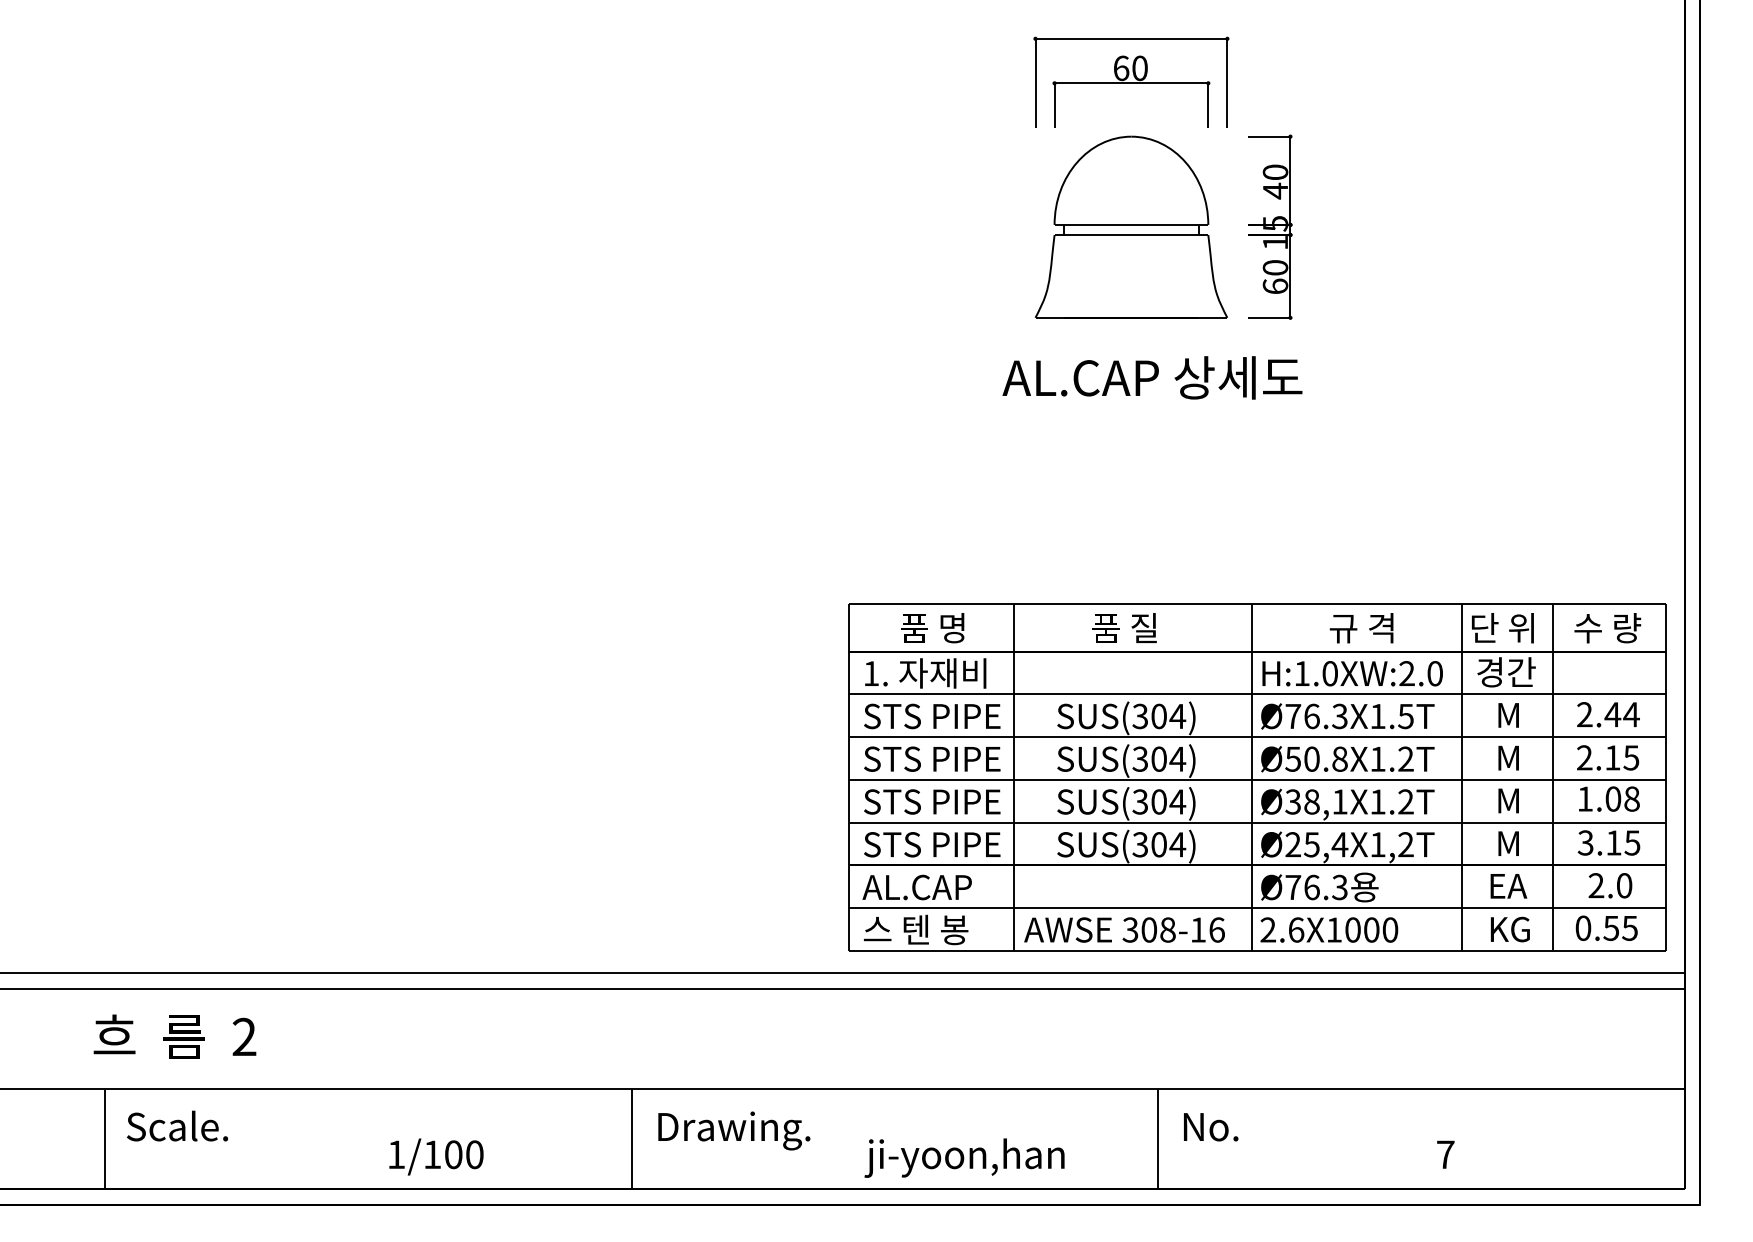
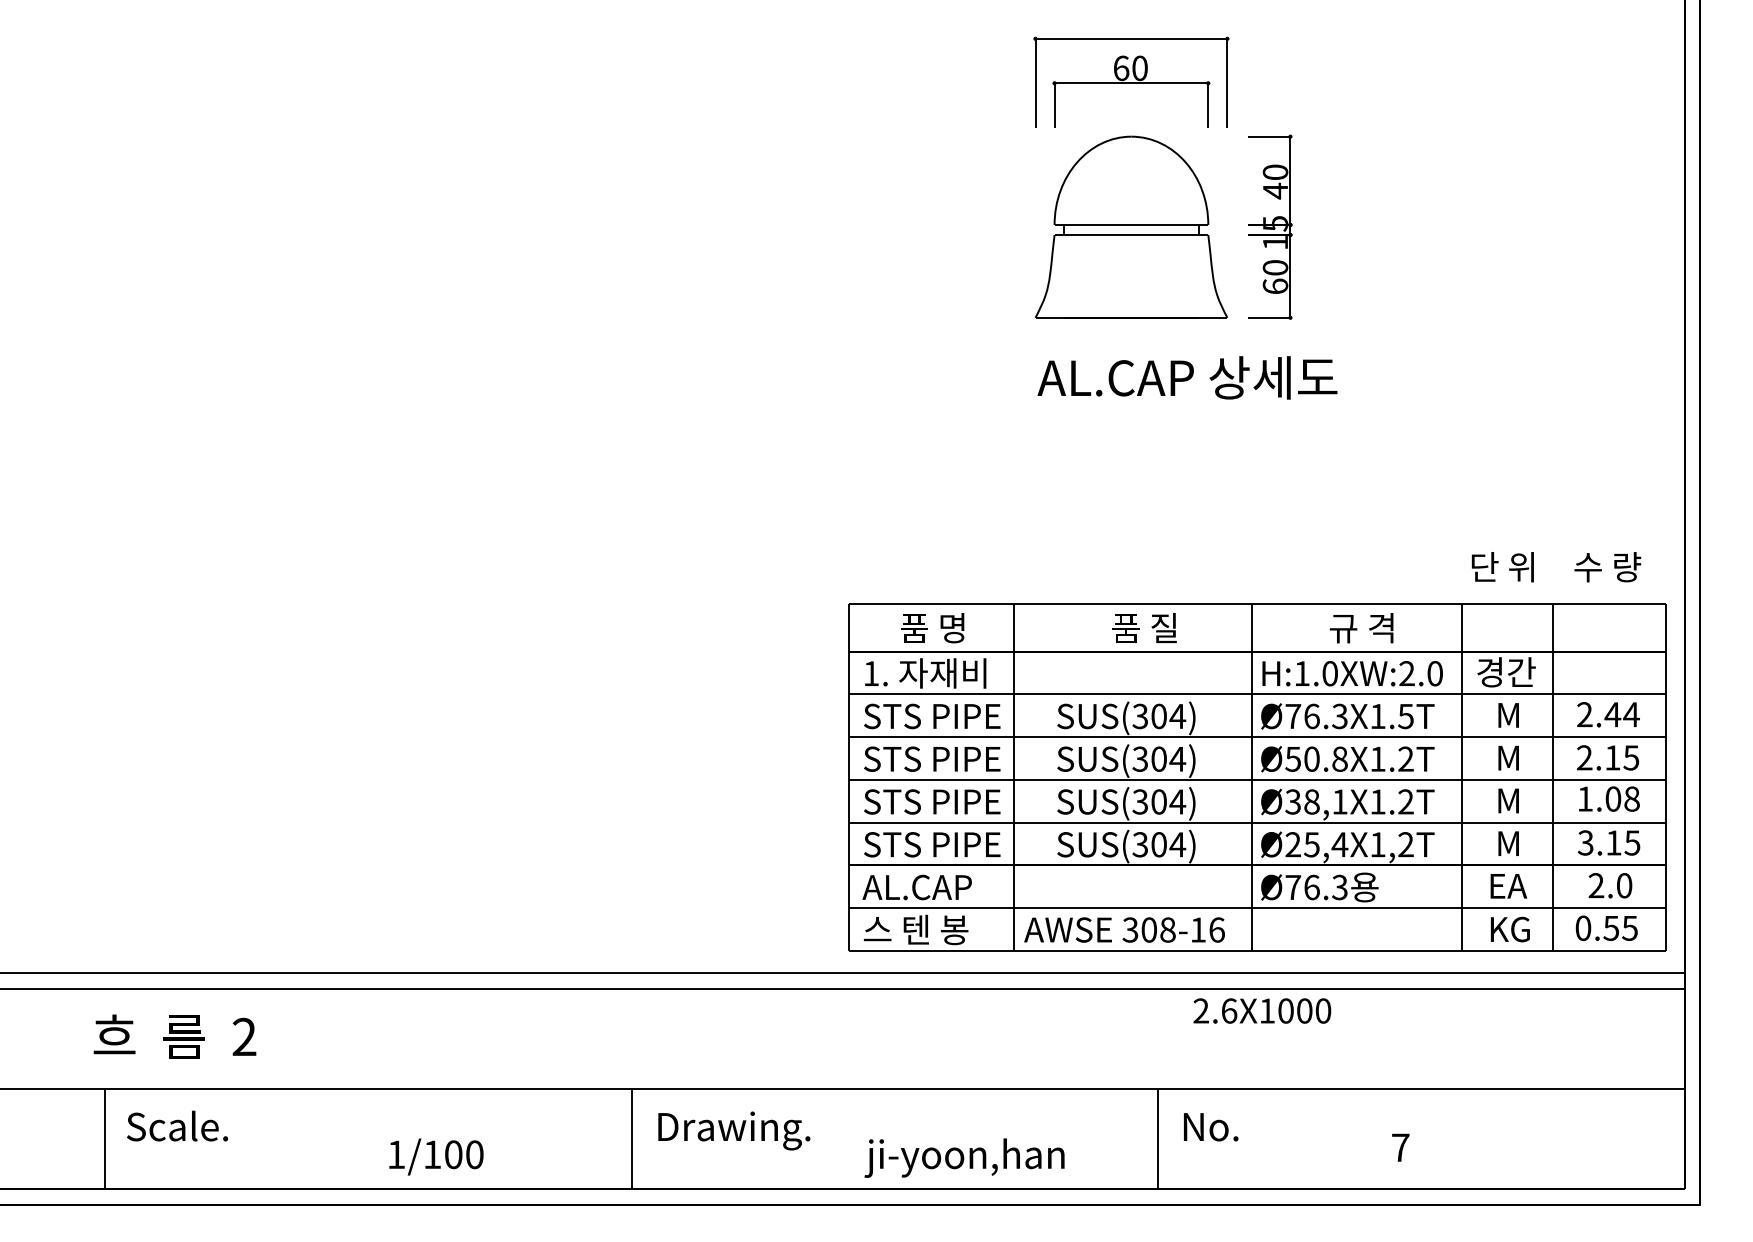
text at (1152, 377) position: (1152, 377) -> (1187, 377)
text at (1124, 627) position: (1124, 627) -> (1144, 627)
text at (1502, 628) position: (1502, 628) -> (1502, 567)
text at (1607, 628) position: (1607, 628) -> (1607, 567)
text at (1329, 929) position: (1329, 929) -> (1262, 1010)
text at (1445, 1154) position: (1445, 1154) -> (1400, 1147)
